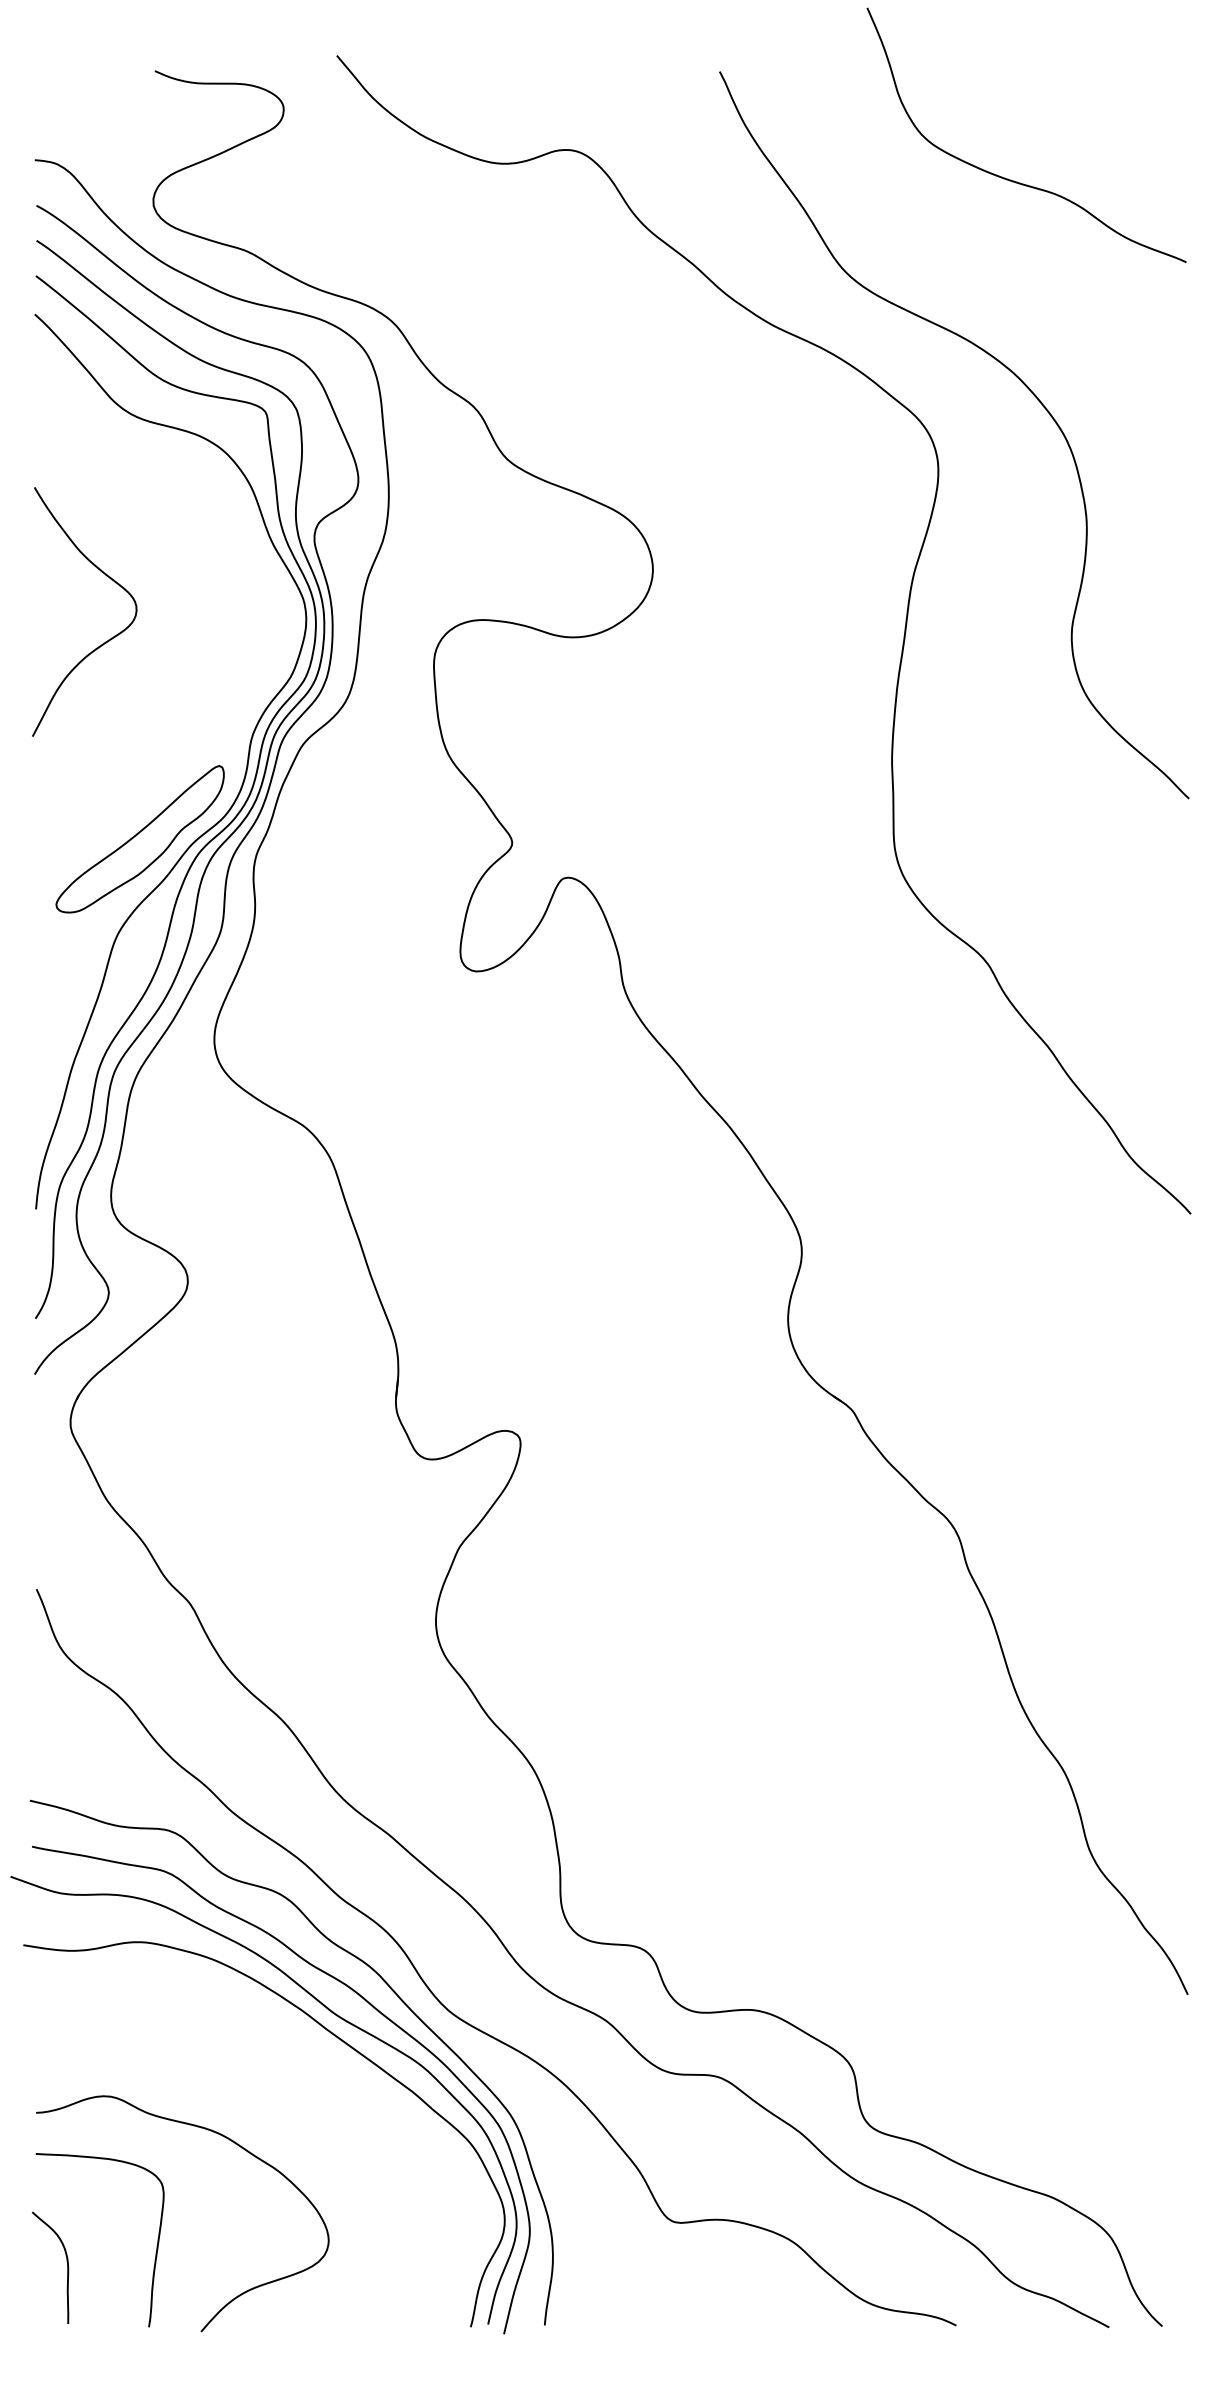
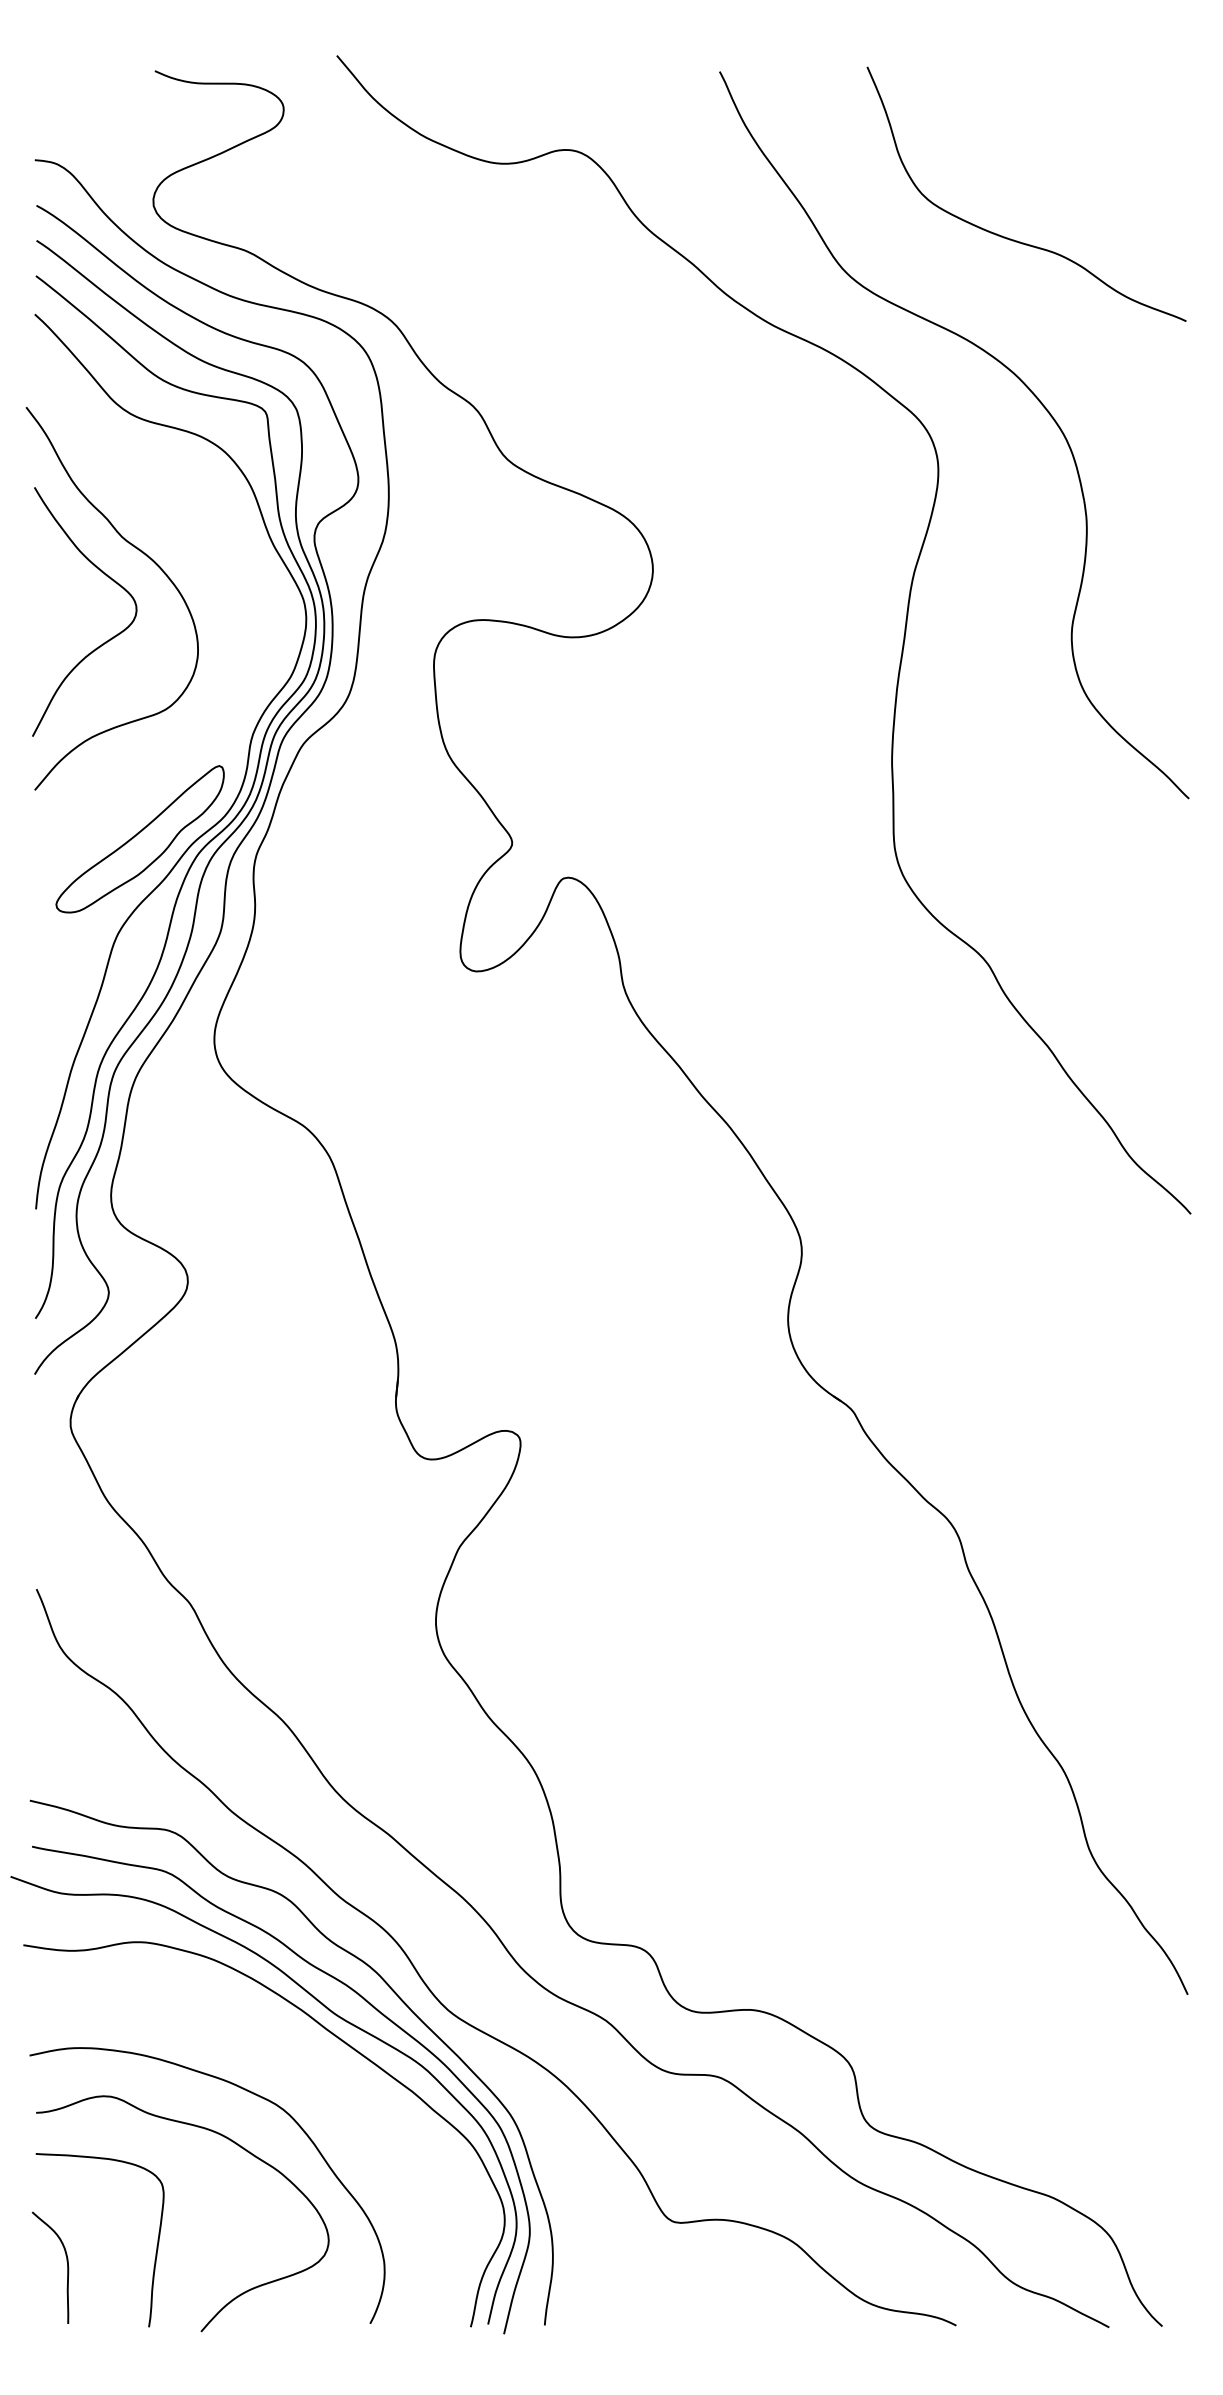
curve at (1014, 180) position: (1014, 180) -> (1014, 239)
curve at (147, 557): none -> present
curve at (246, 2091): none -> present
